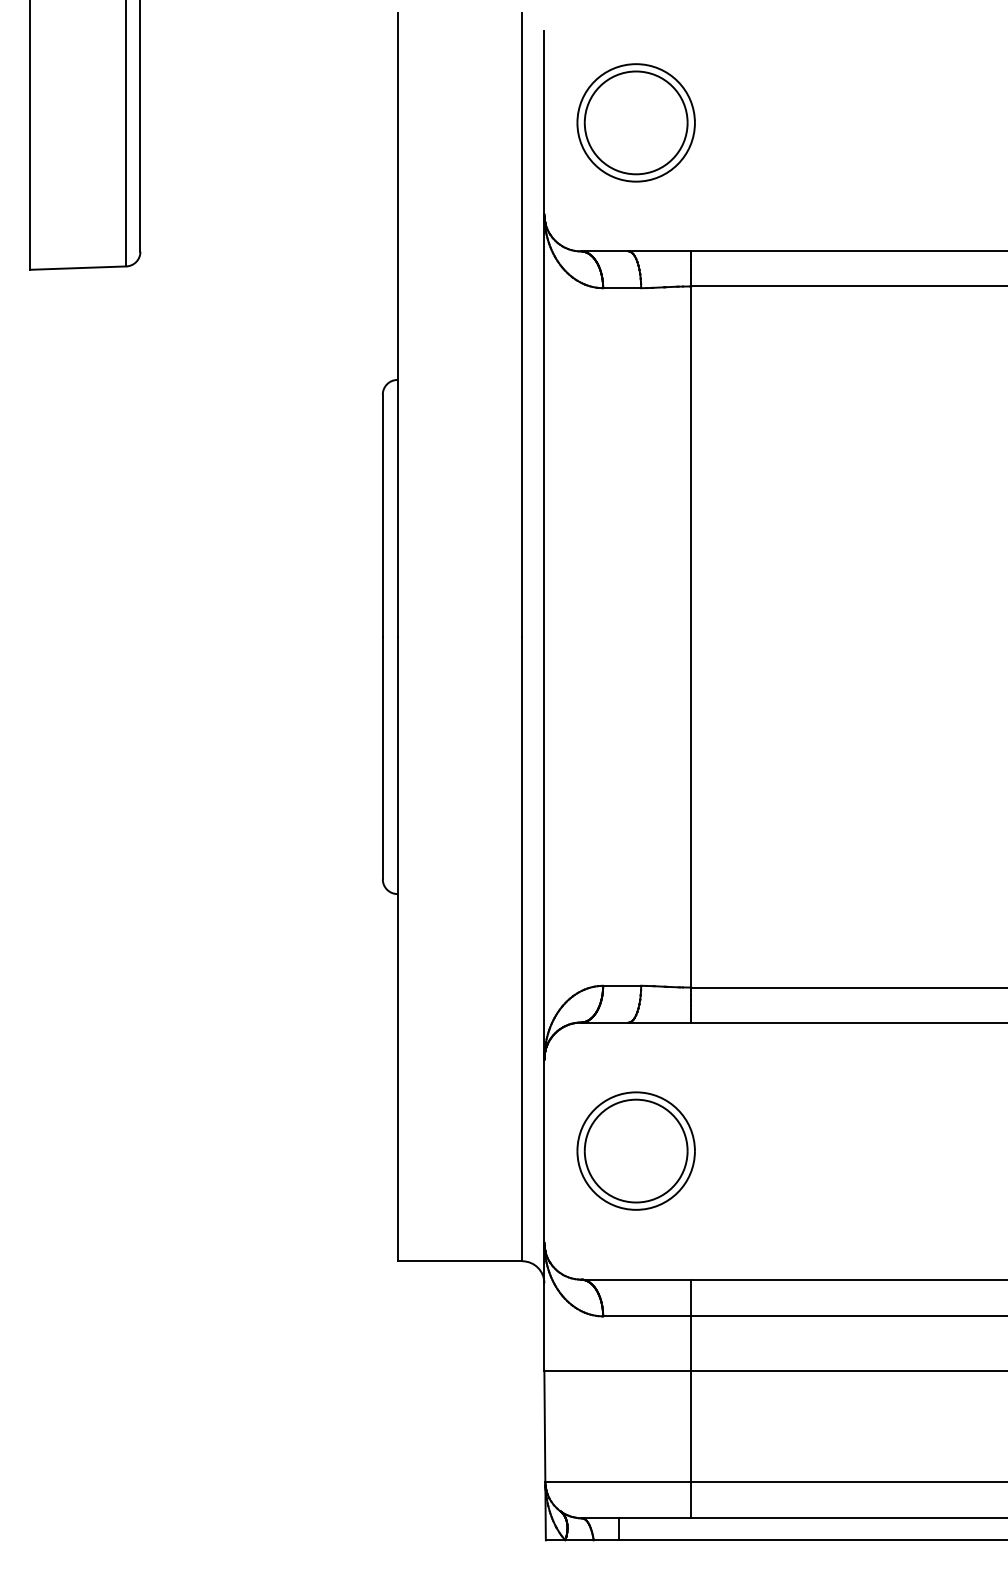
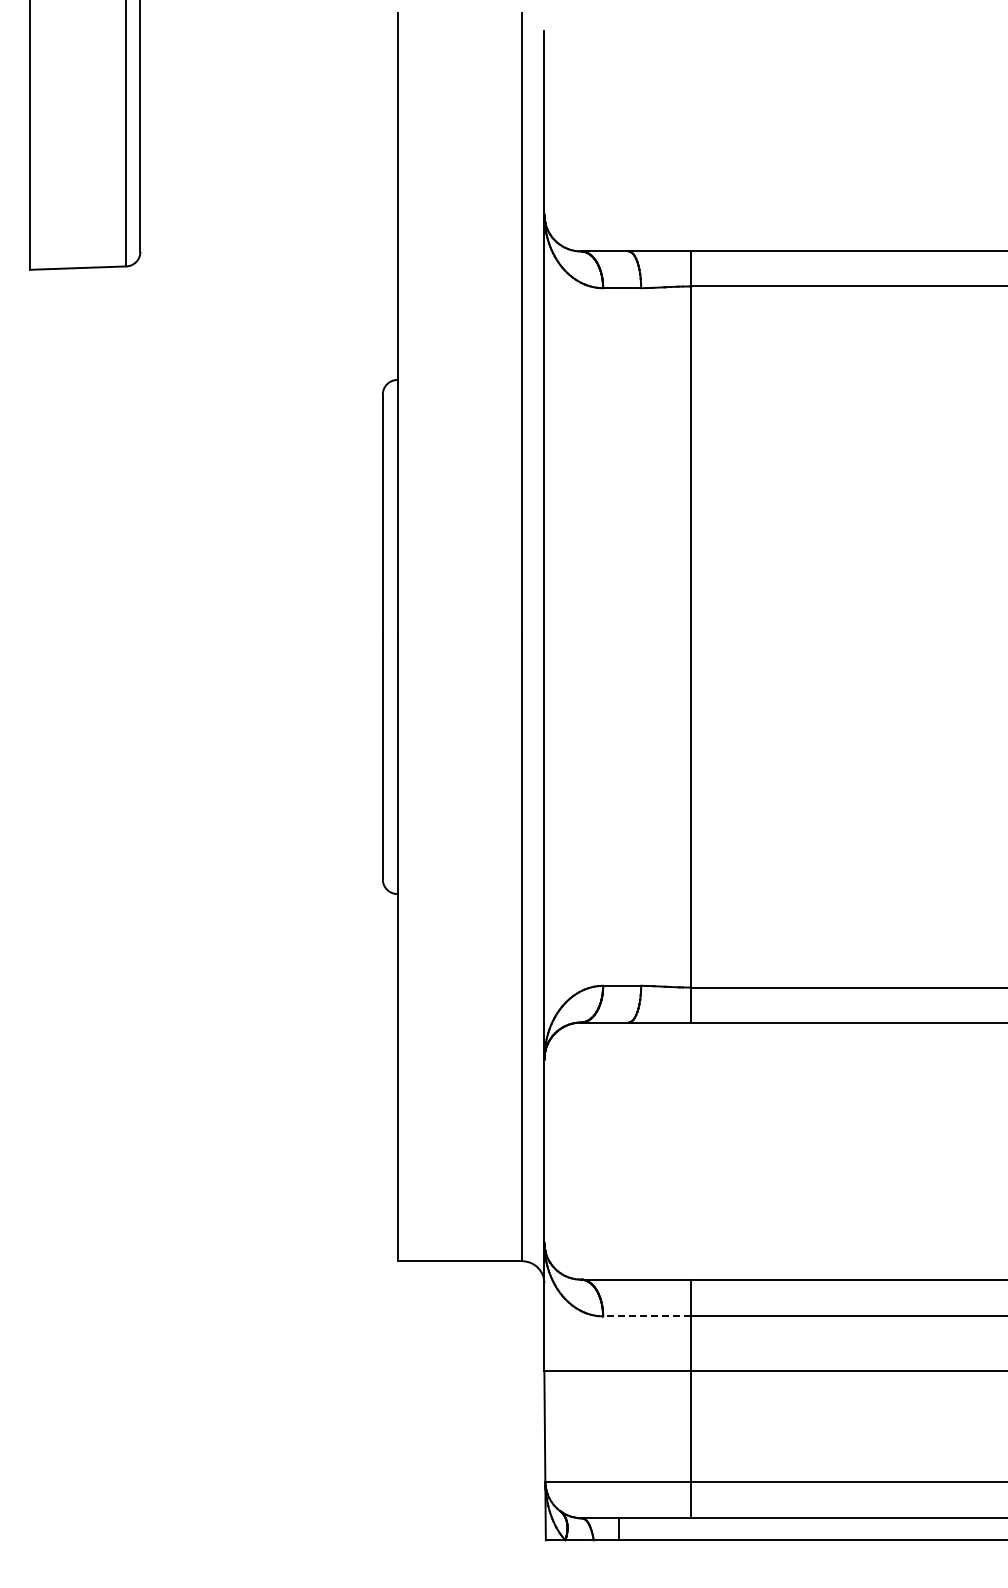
part at (635, 122): present -> none
part at (635, 1150): present -> none
line at (646, 1316): solid -> dashed
